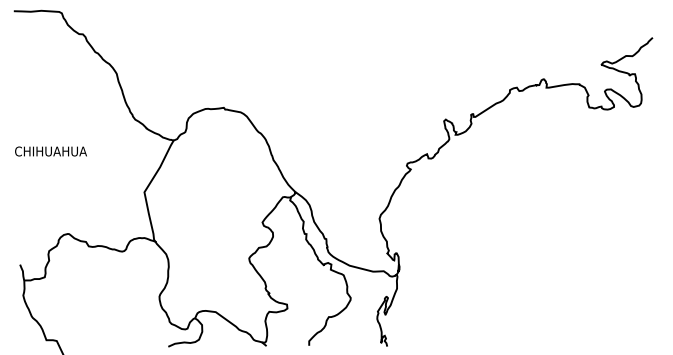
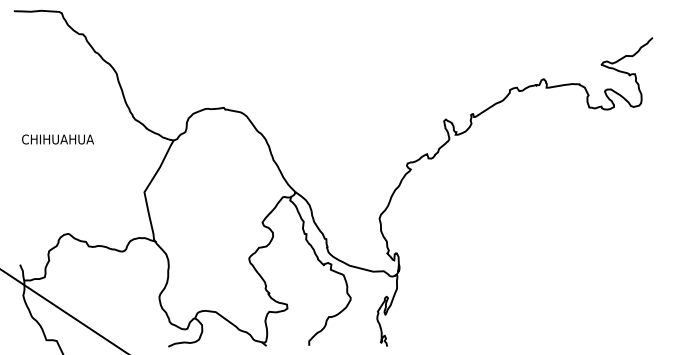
text at (50, 151) position: (50, 151) -> (57, 139)
line at (63, 310): none -> present
